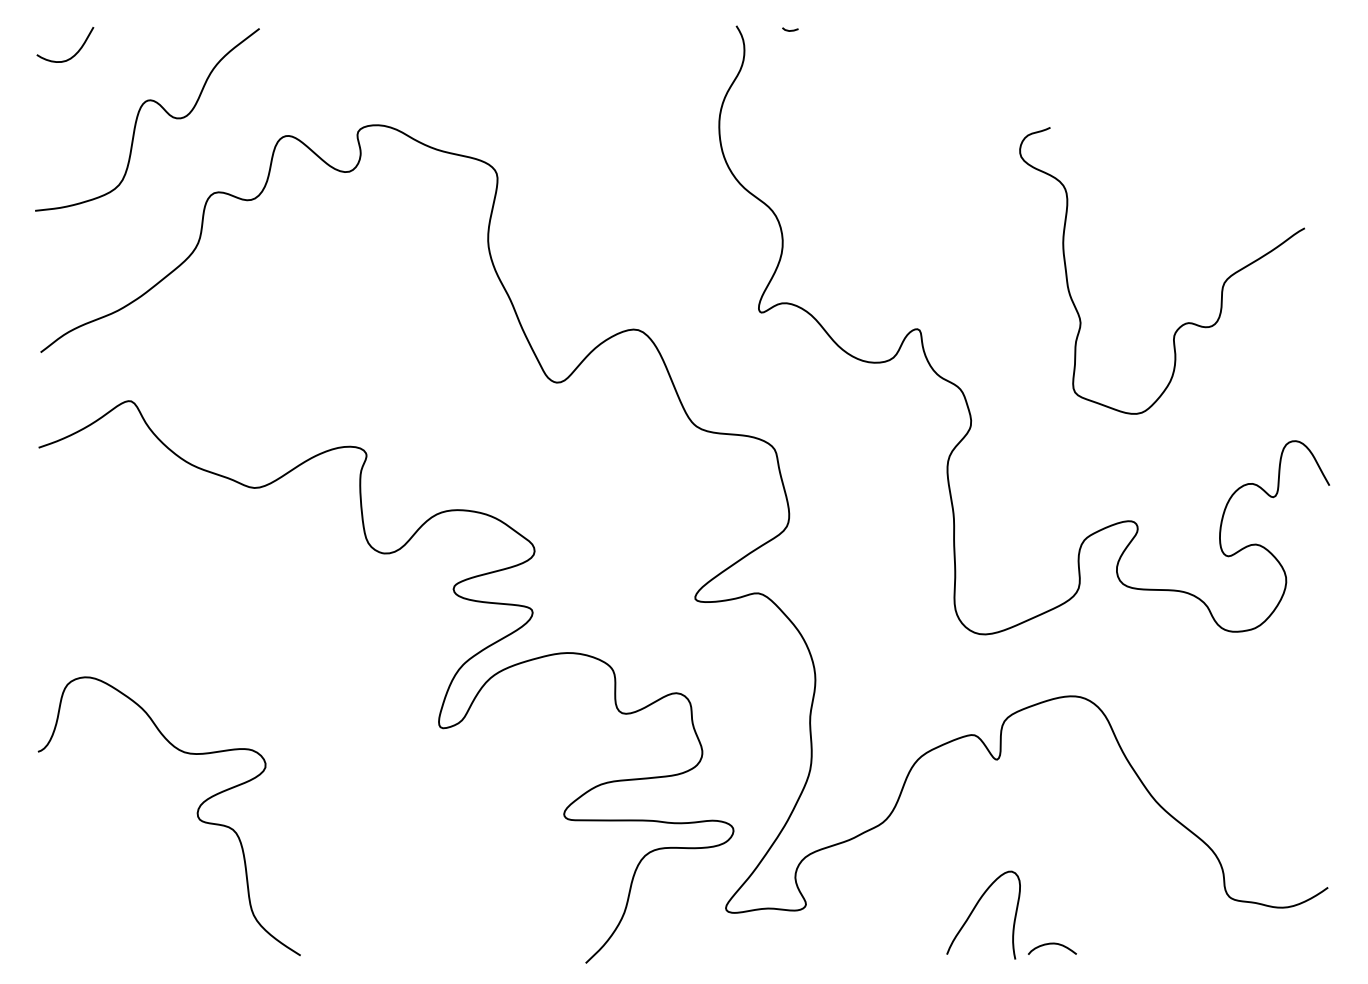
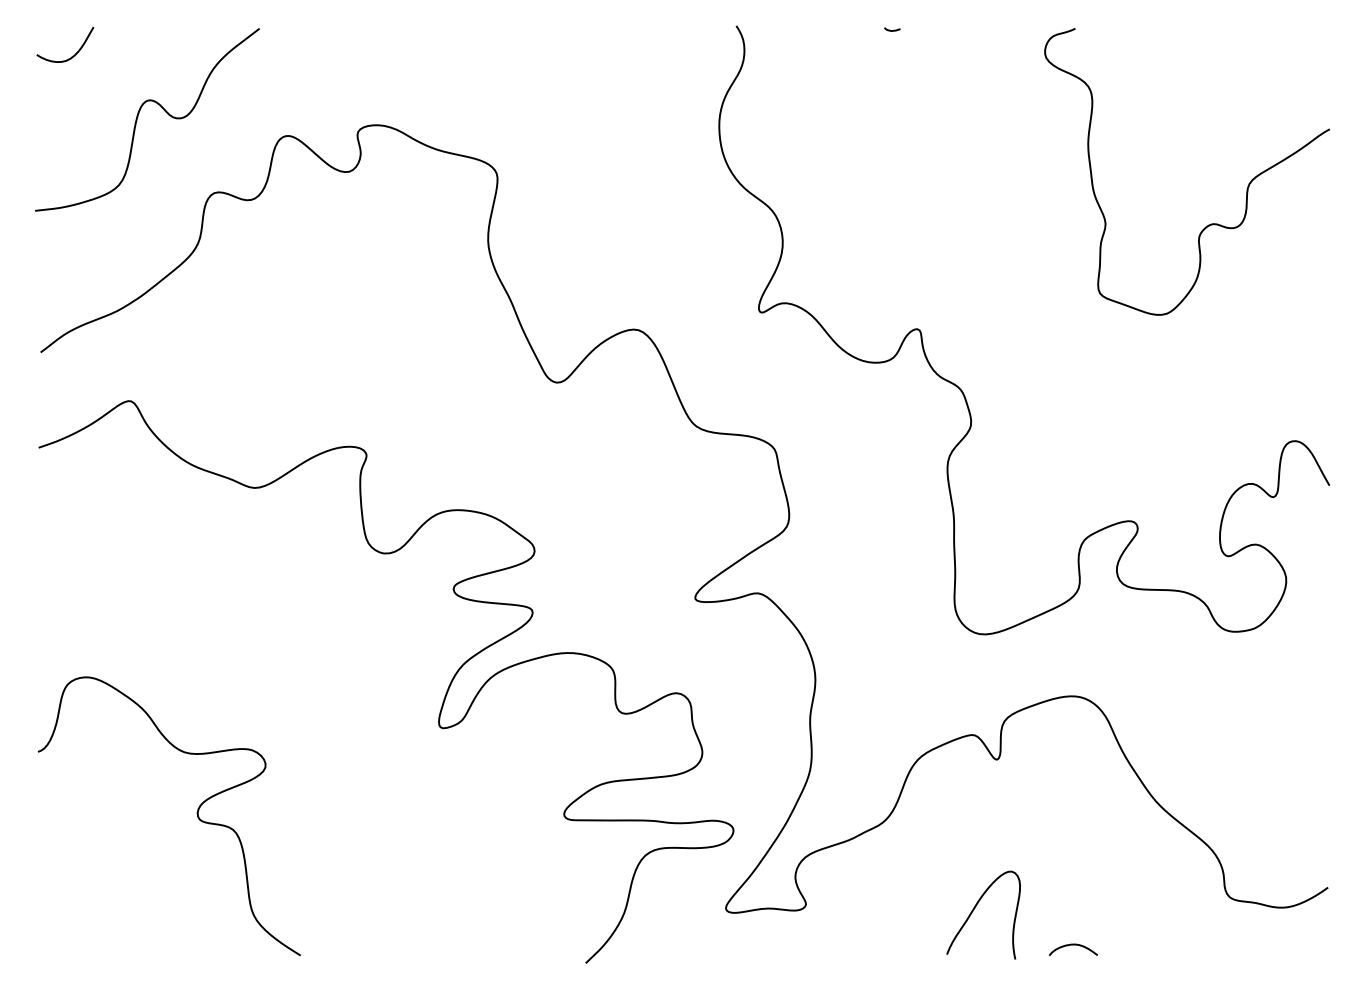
line at (791, 29) position: (791, 29) -> (893, 29)
curve at (1185, 322) position: (1185, 322) -> (1210, 223)
curve at (1052, 944) position: (1052, 944) -> (1073, 945)
